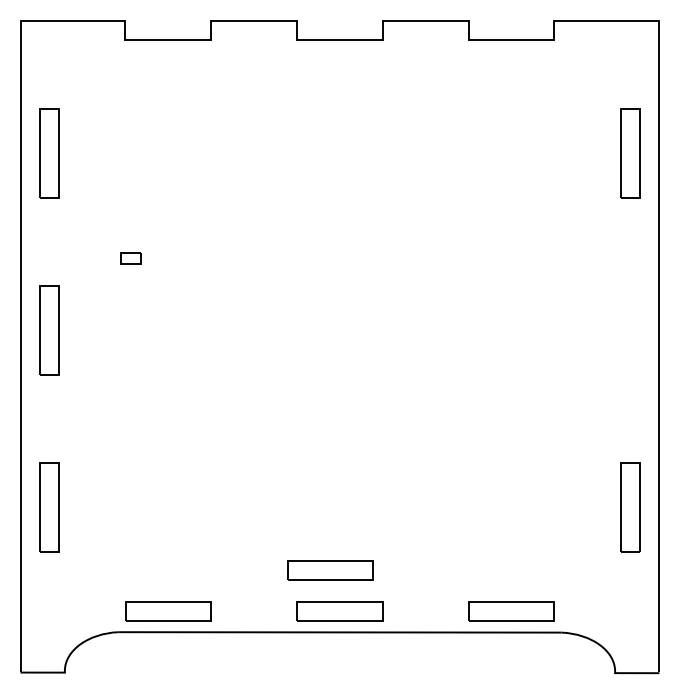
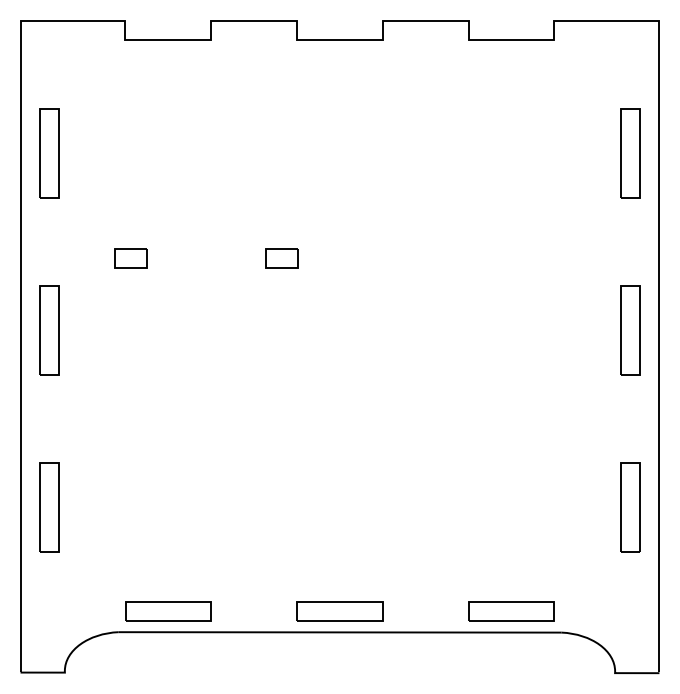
part at (130, 258) size: 22x13 px -> 34x21 px
part at (281, 258): none -> present
part at (630, 330): none -> present
part at (330, 570): present -> none
